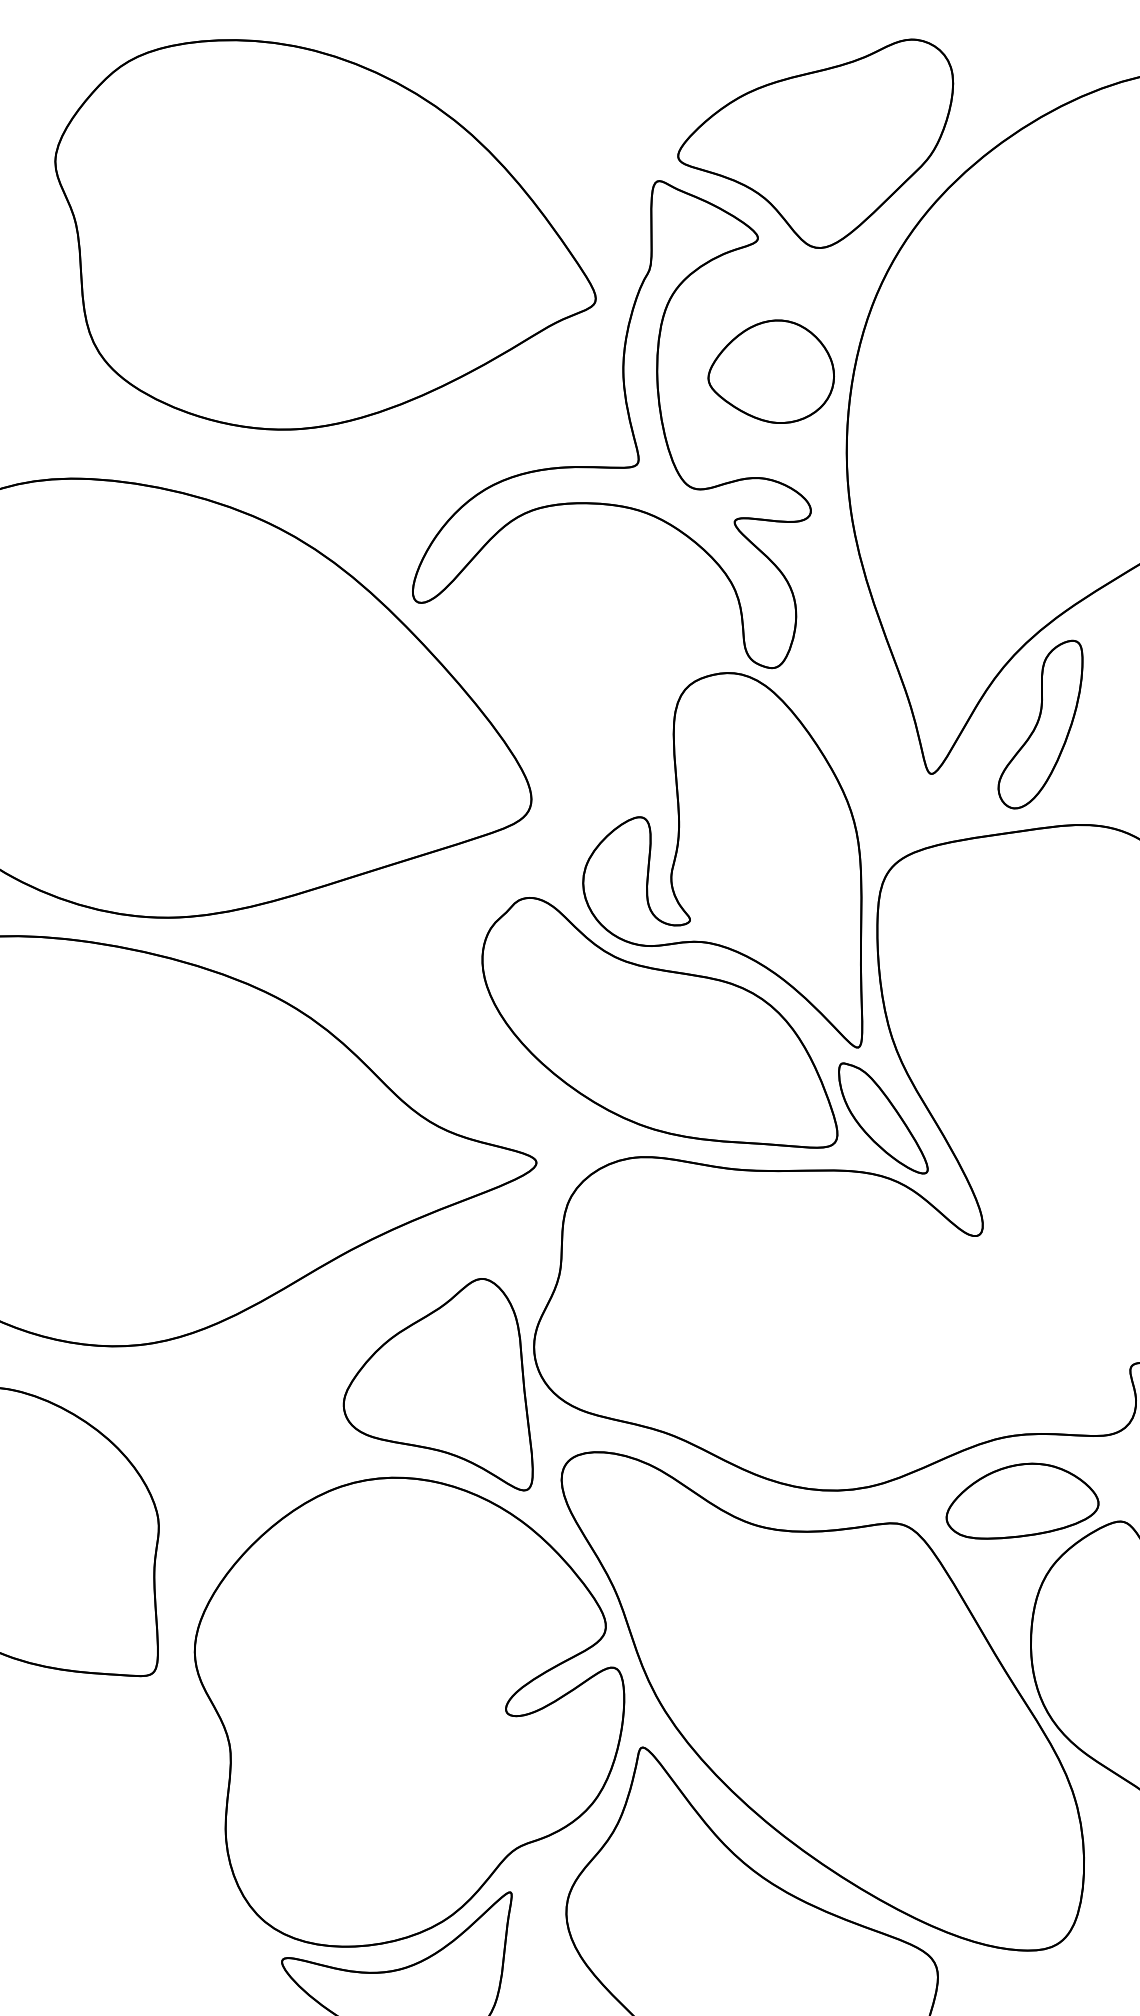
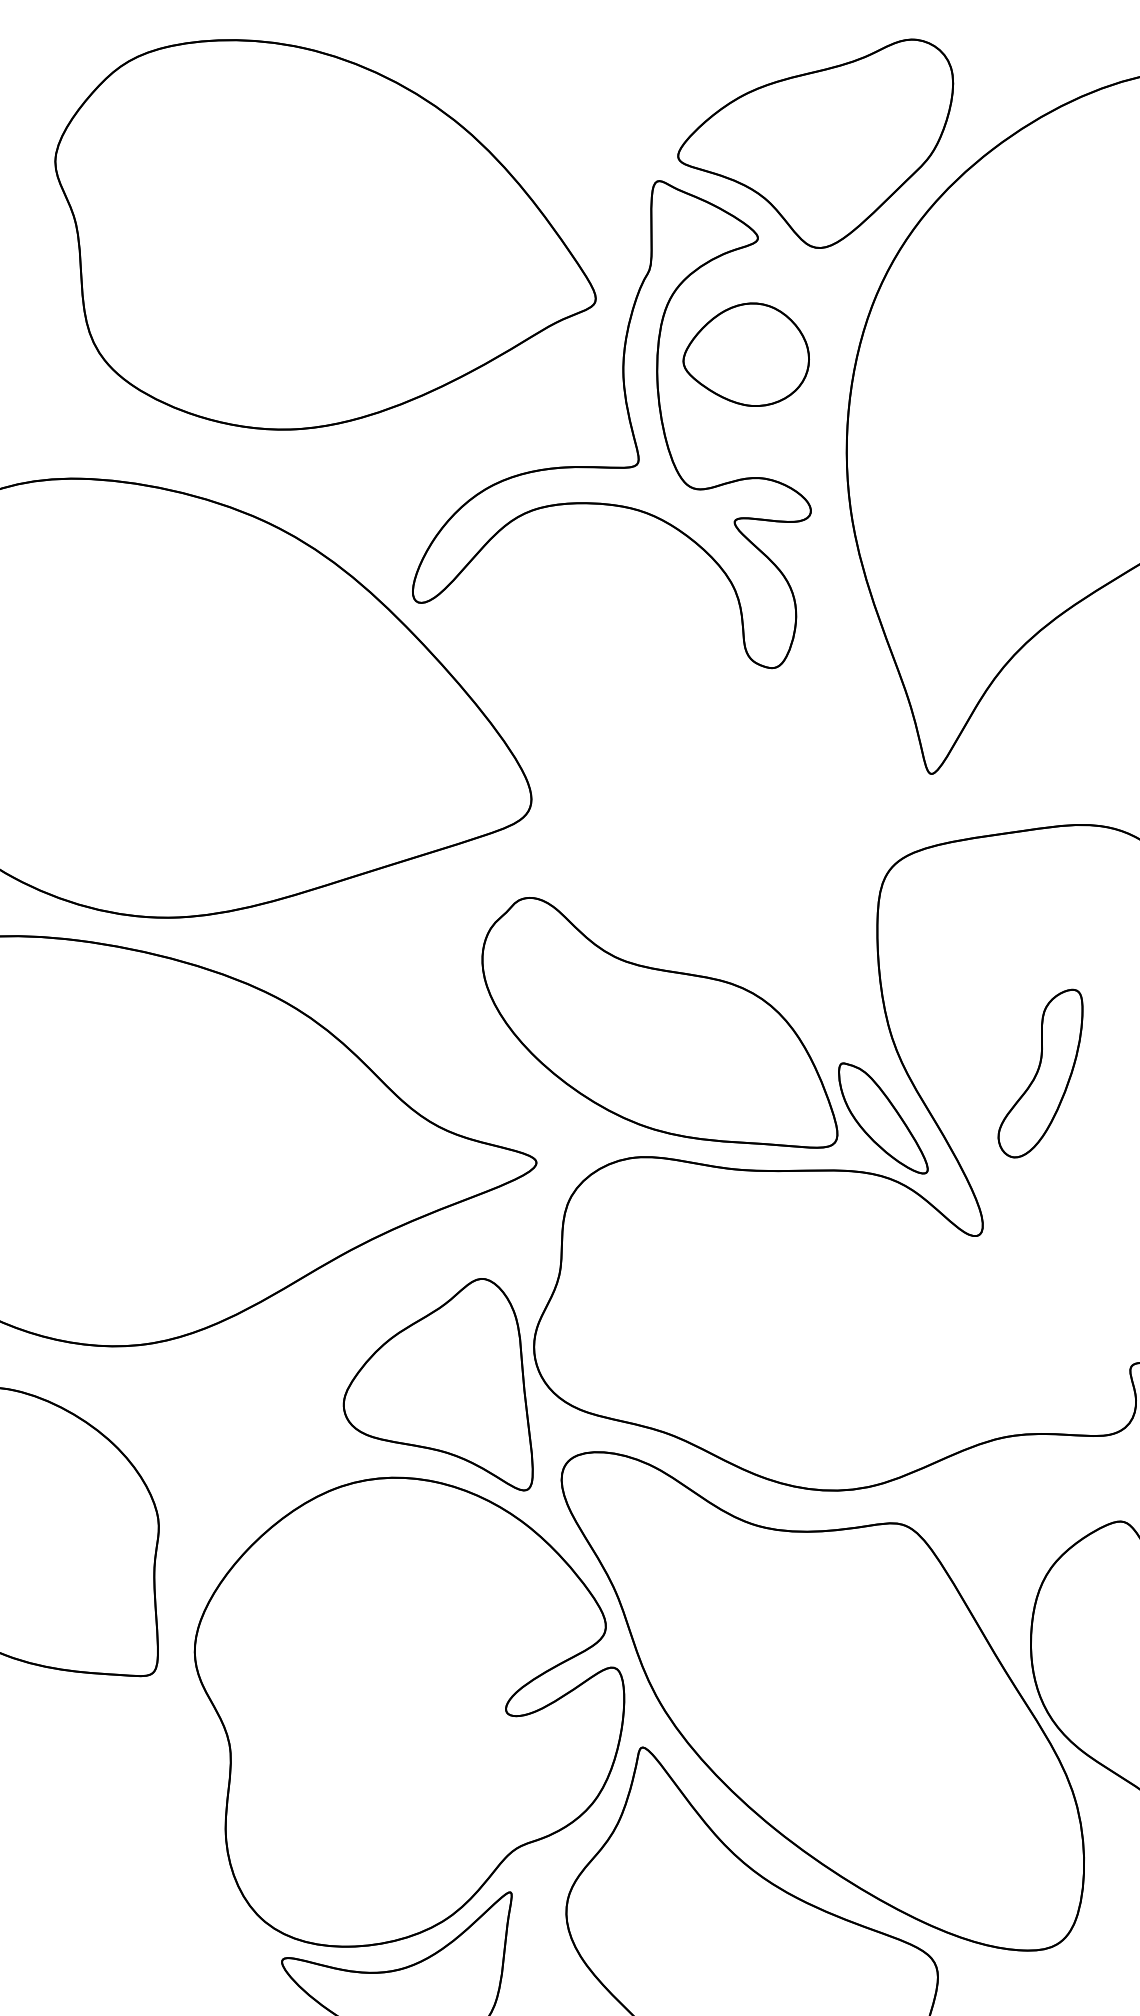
part at (770, 371) position: (770, 371) -> (745, 354)
part at (1040, 724) position: (1040, 724) -> (1040, 1073)
part at (722, 860): present -> none
part at (1022, 1500): present -> none
